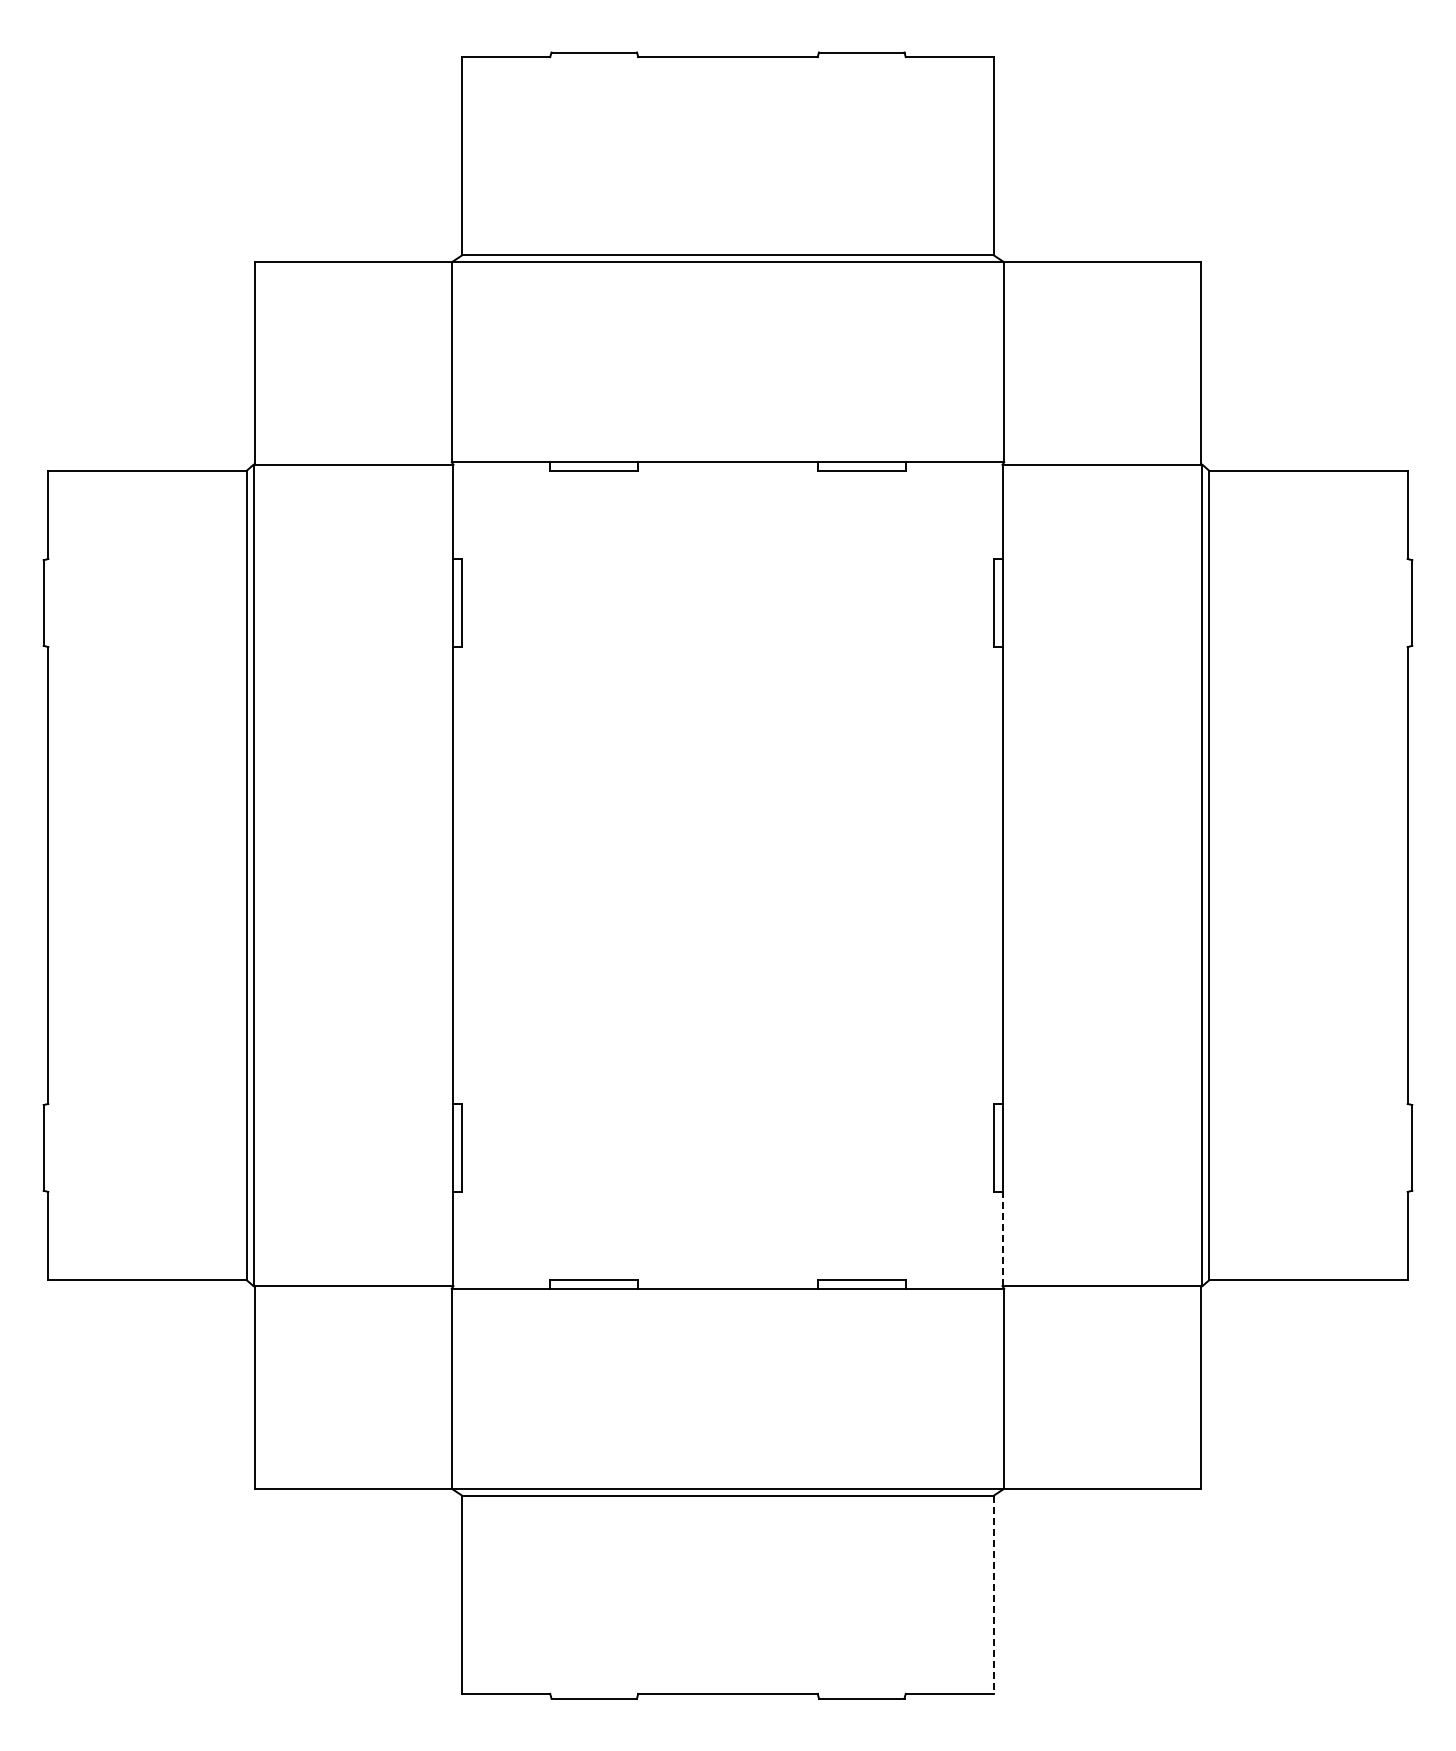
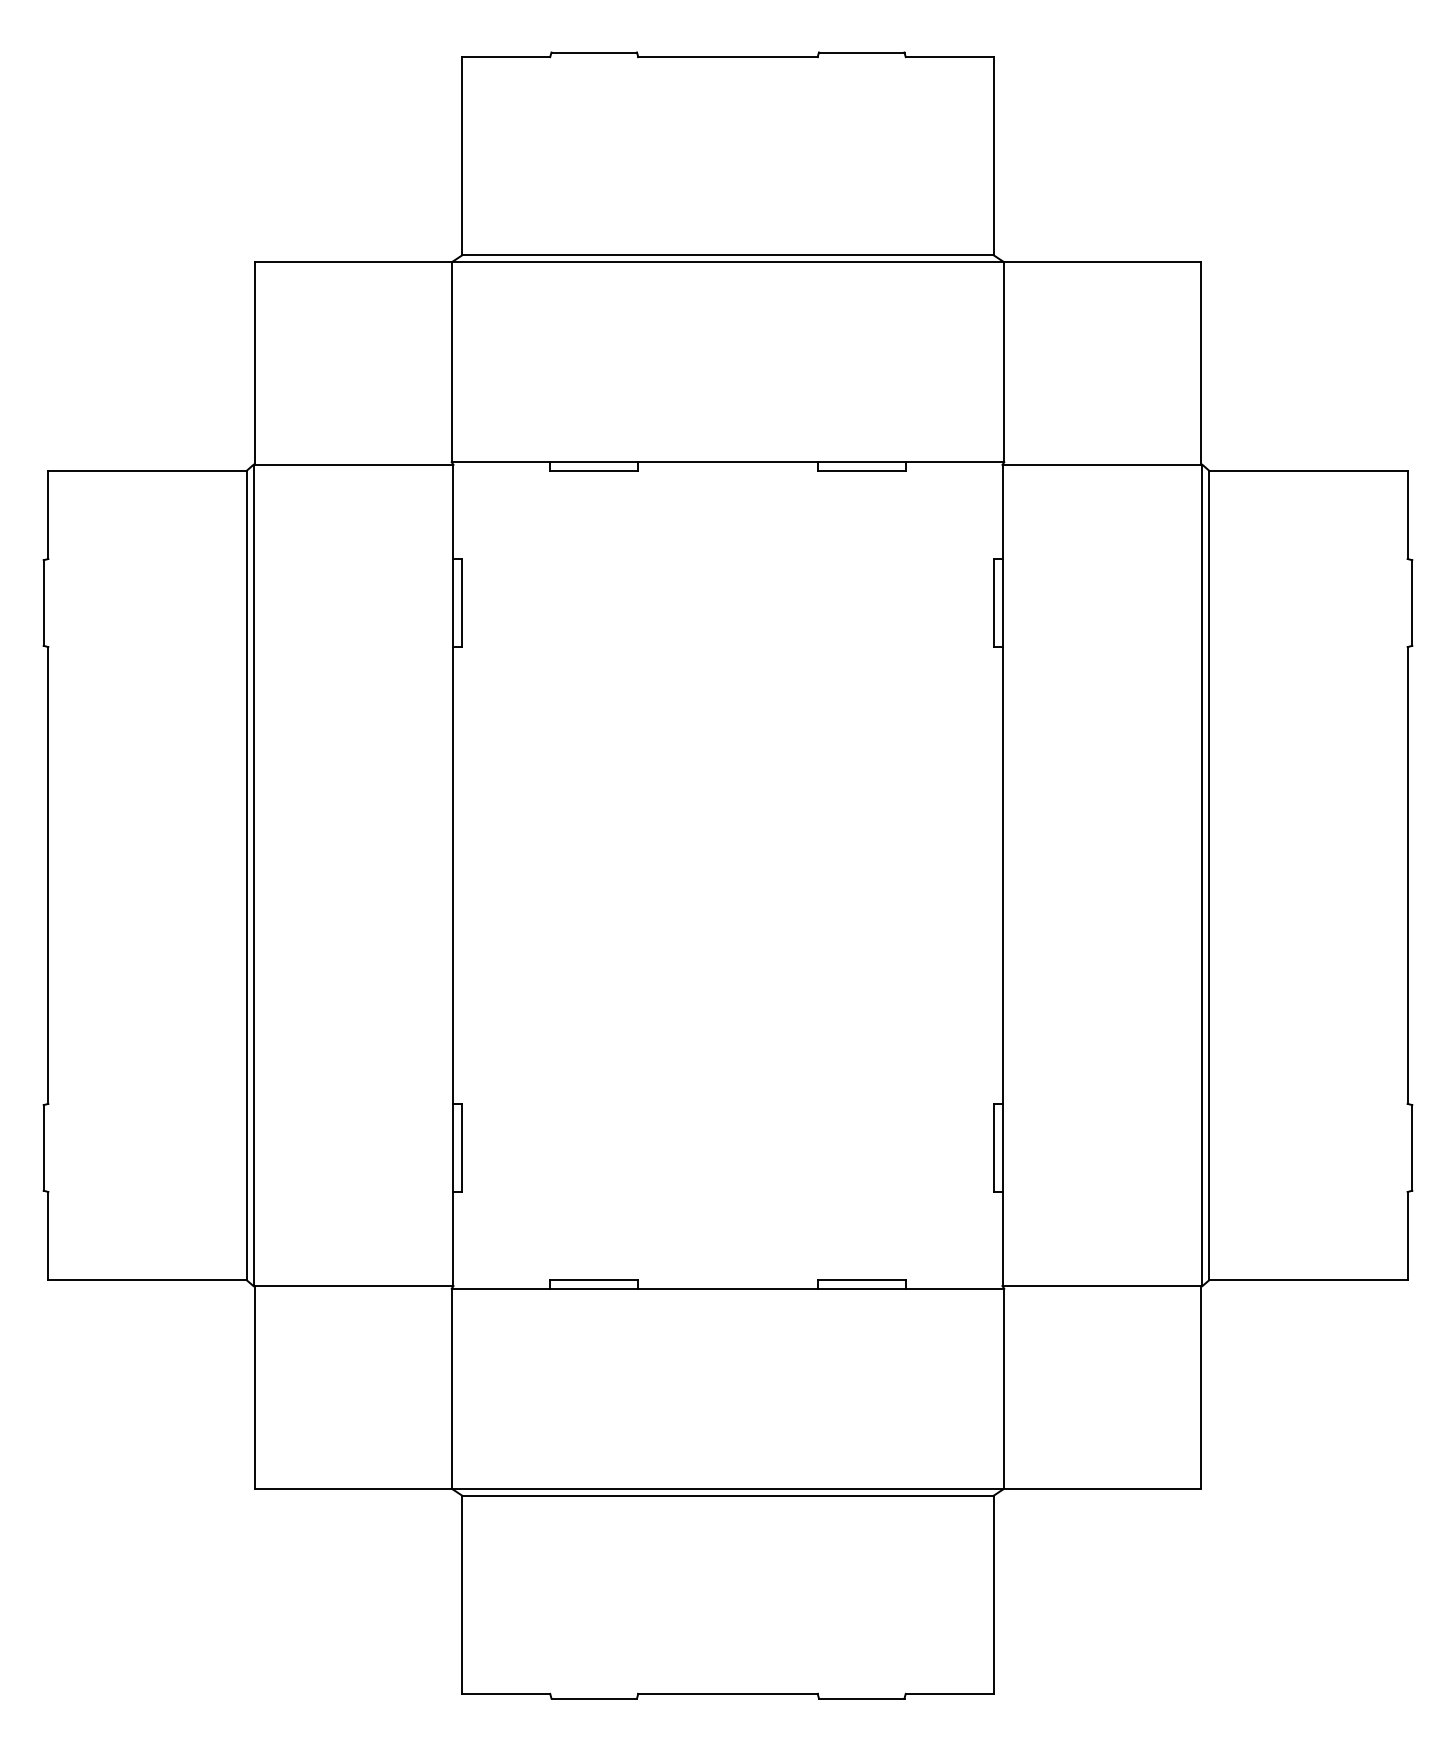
line at (1002, 1238): dashed -> solid
line at (993, 1595): dashed -> solid
